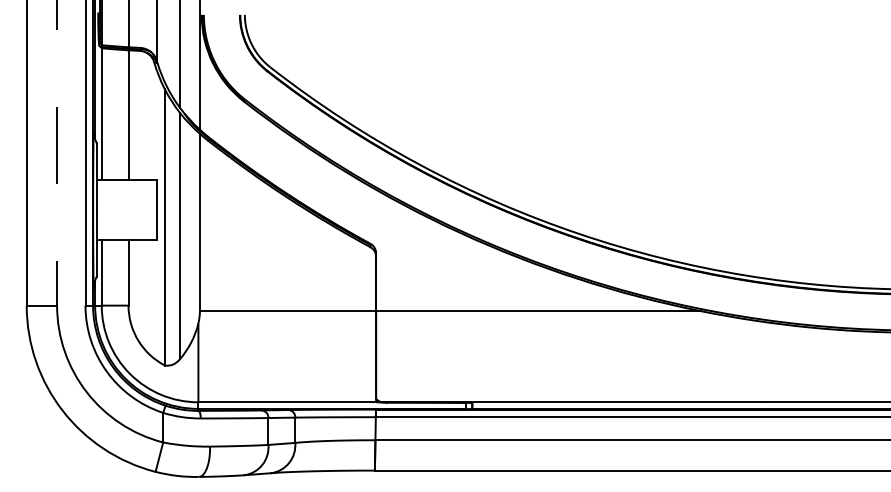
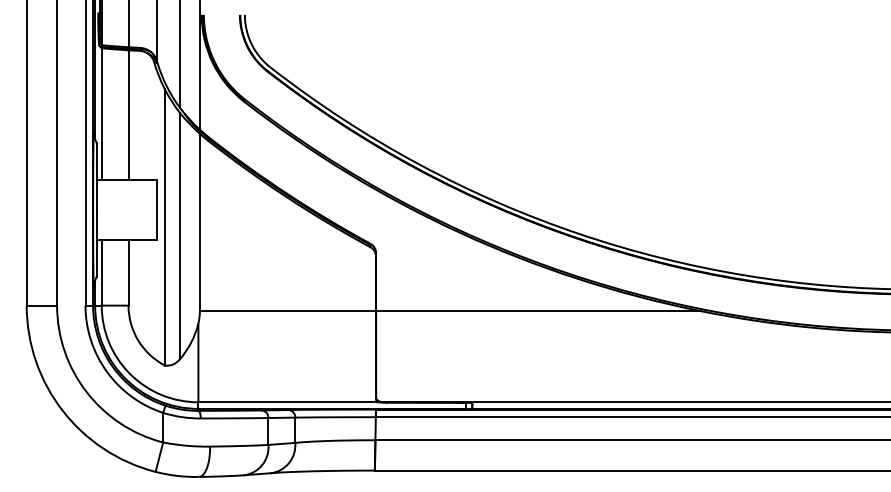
line at (57, 153): dashed -> solid
